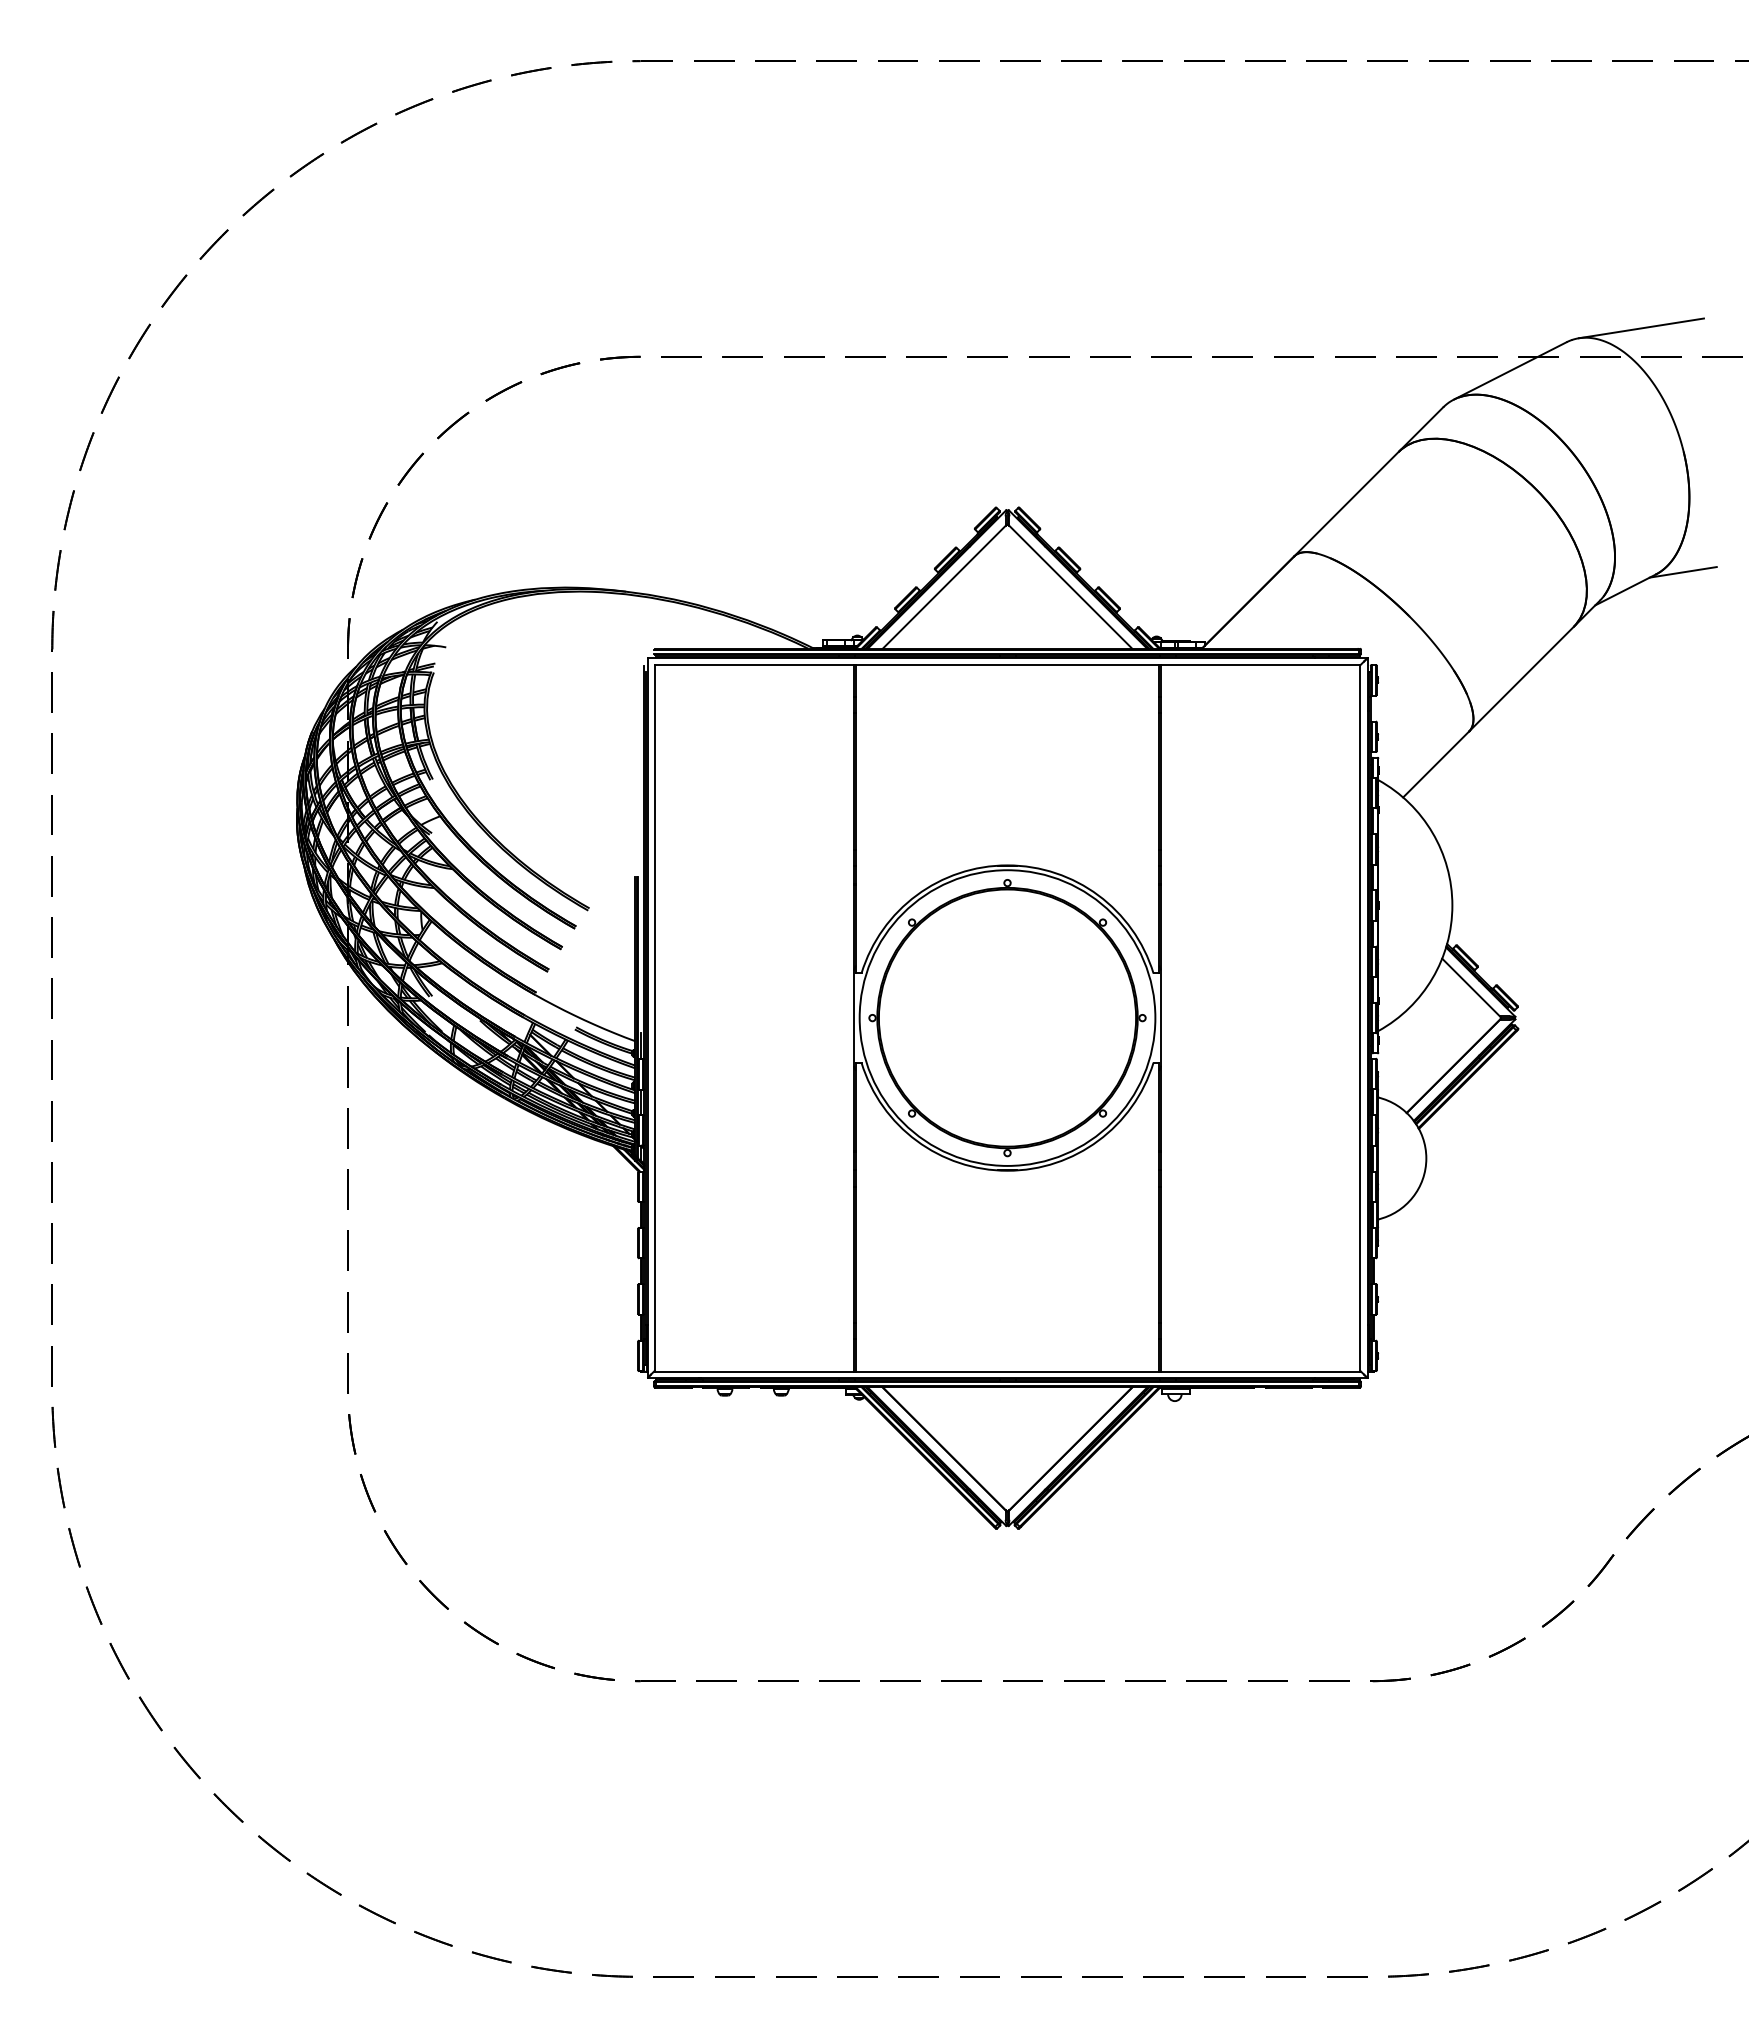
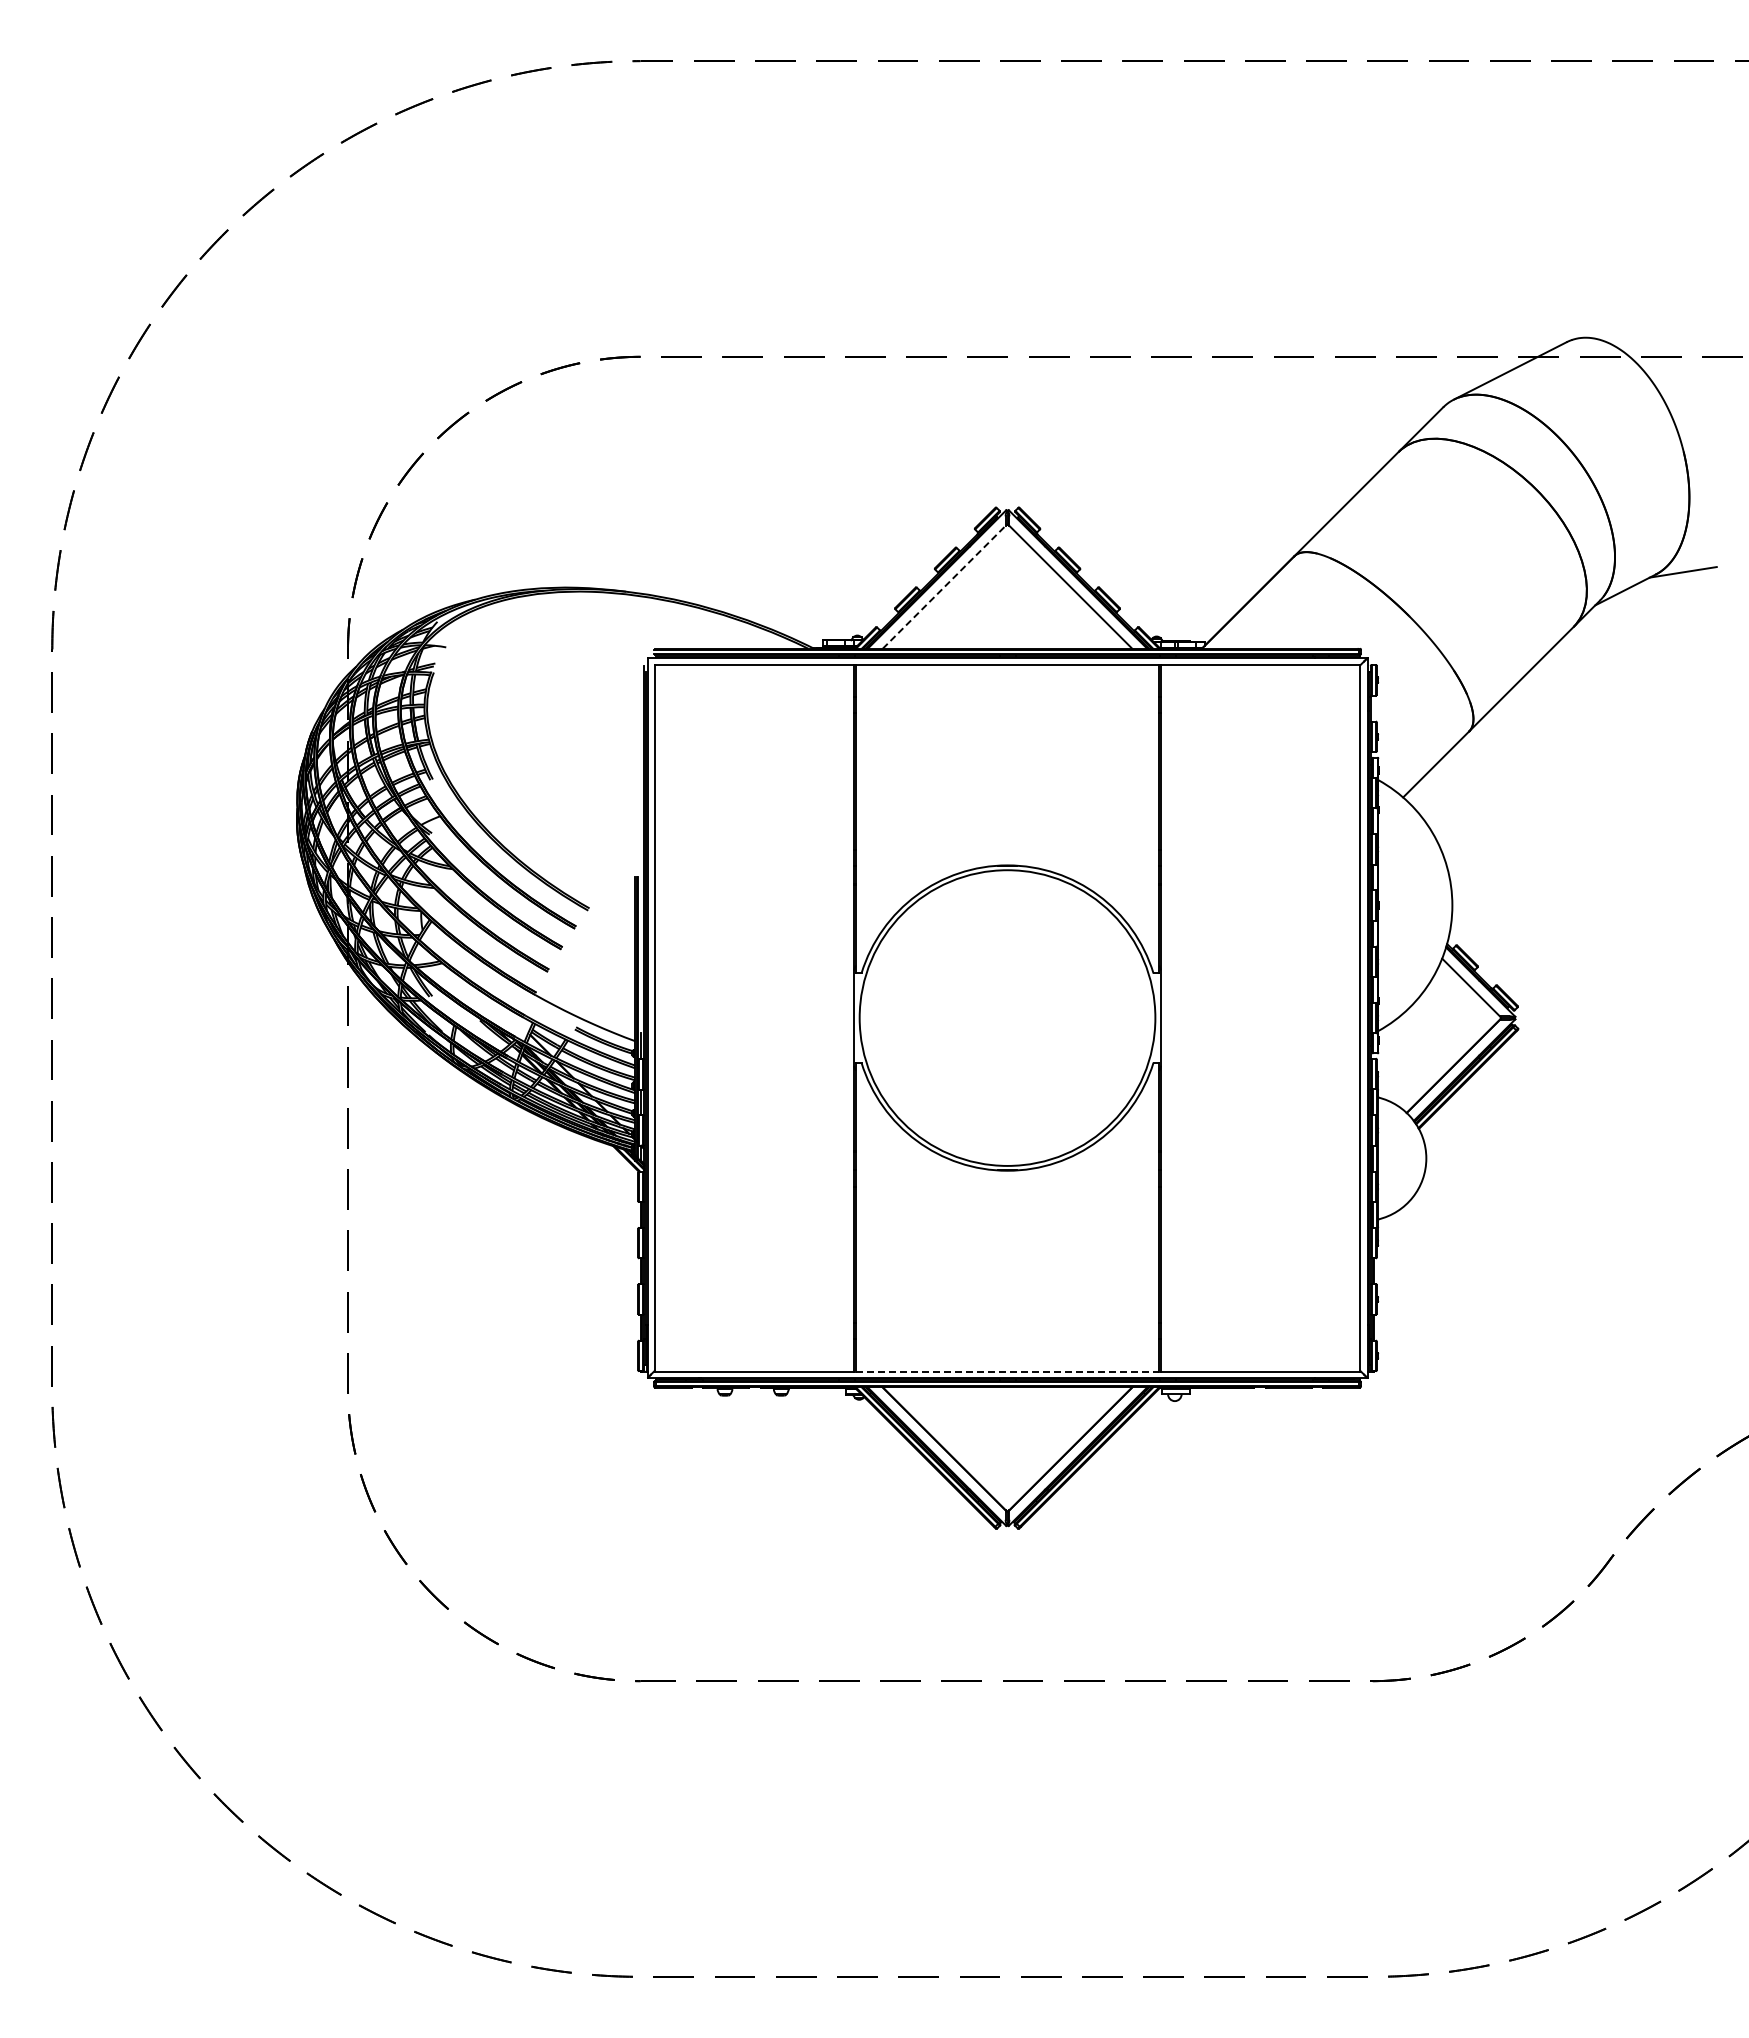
line at (1640, 328): present -> none
line at (944, 586): solid -> dashed
part at (1007, 1018): present -> none
line at (1007, 1371): solid -> dashed
